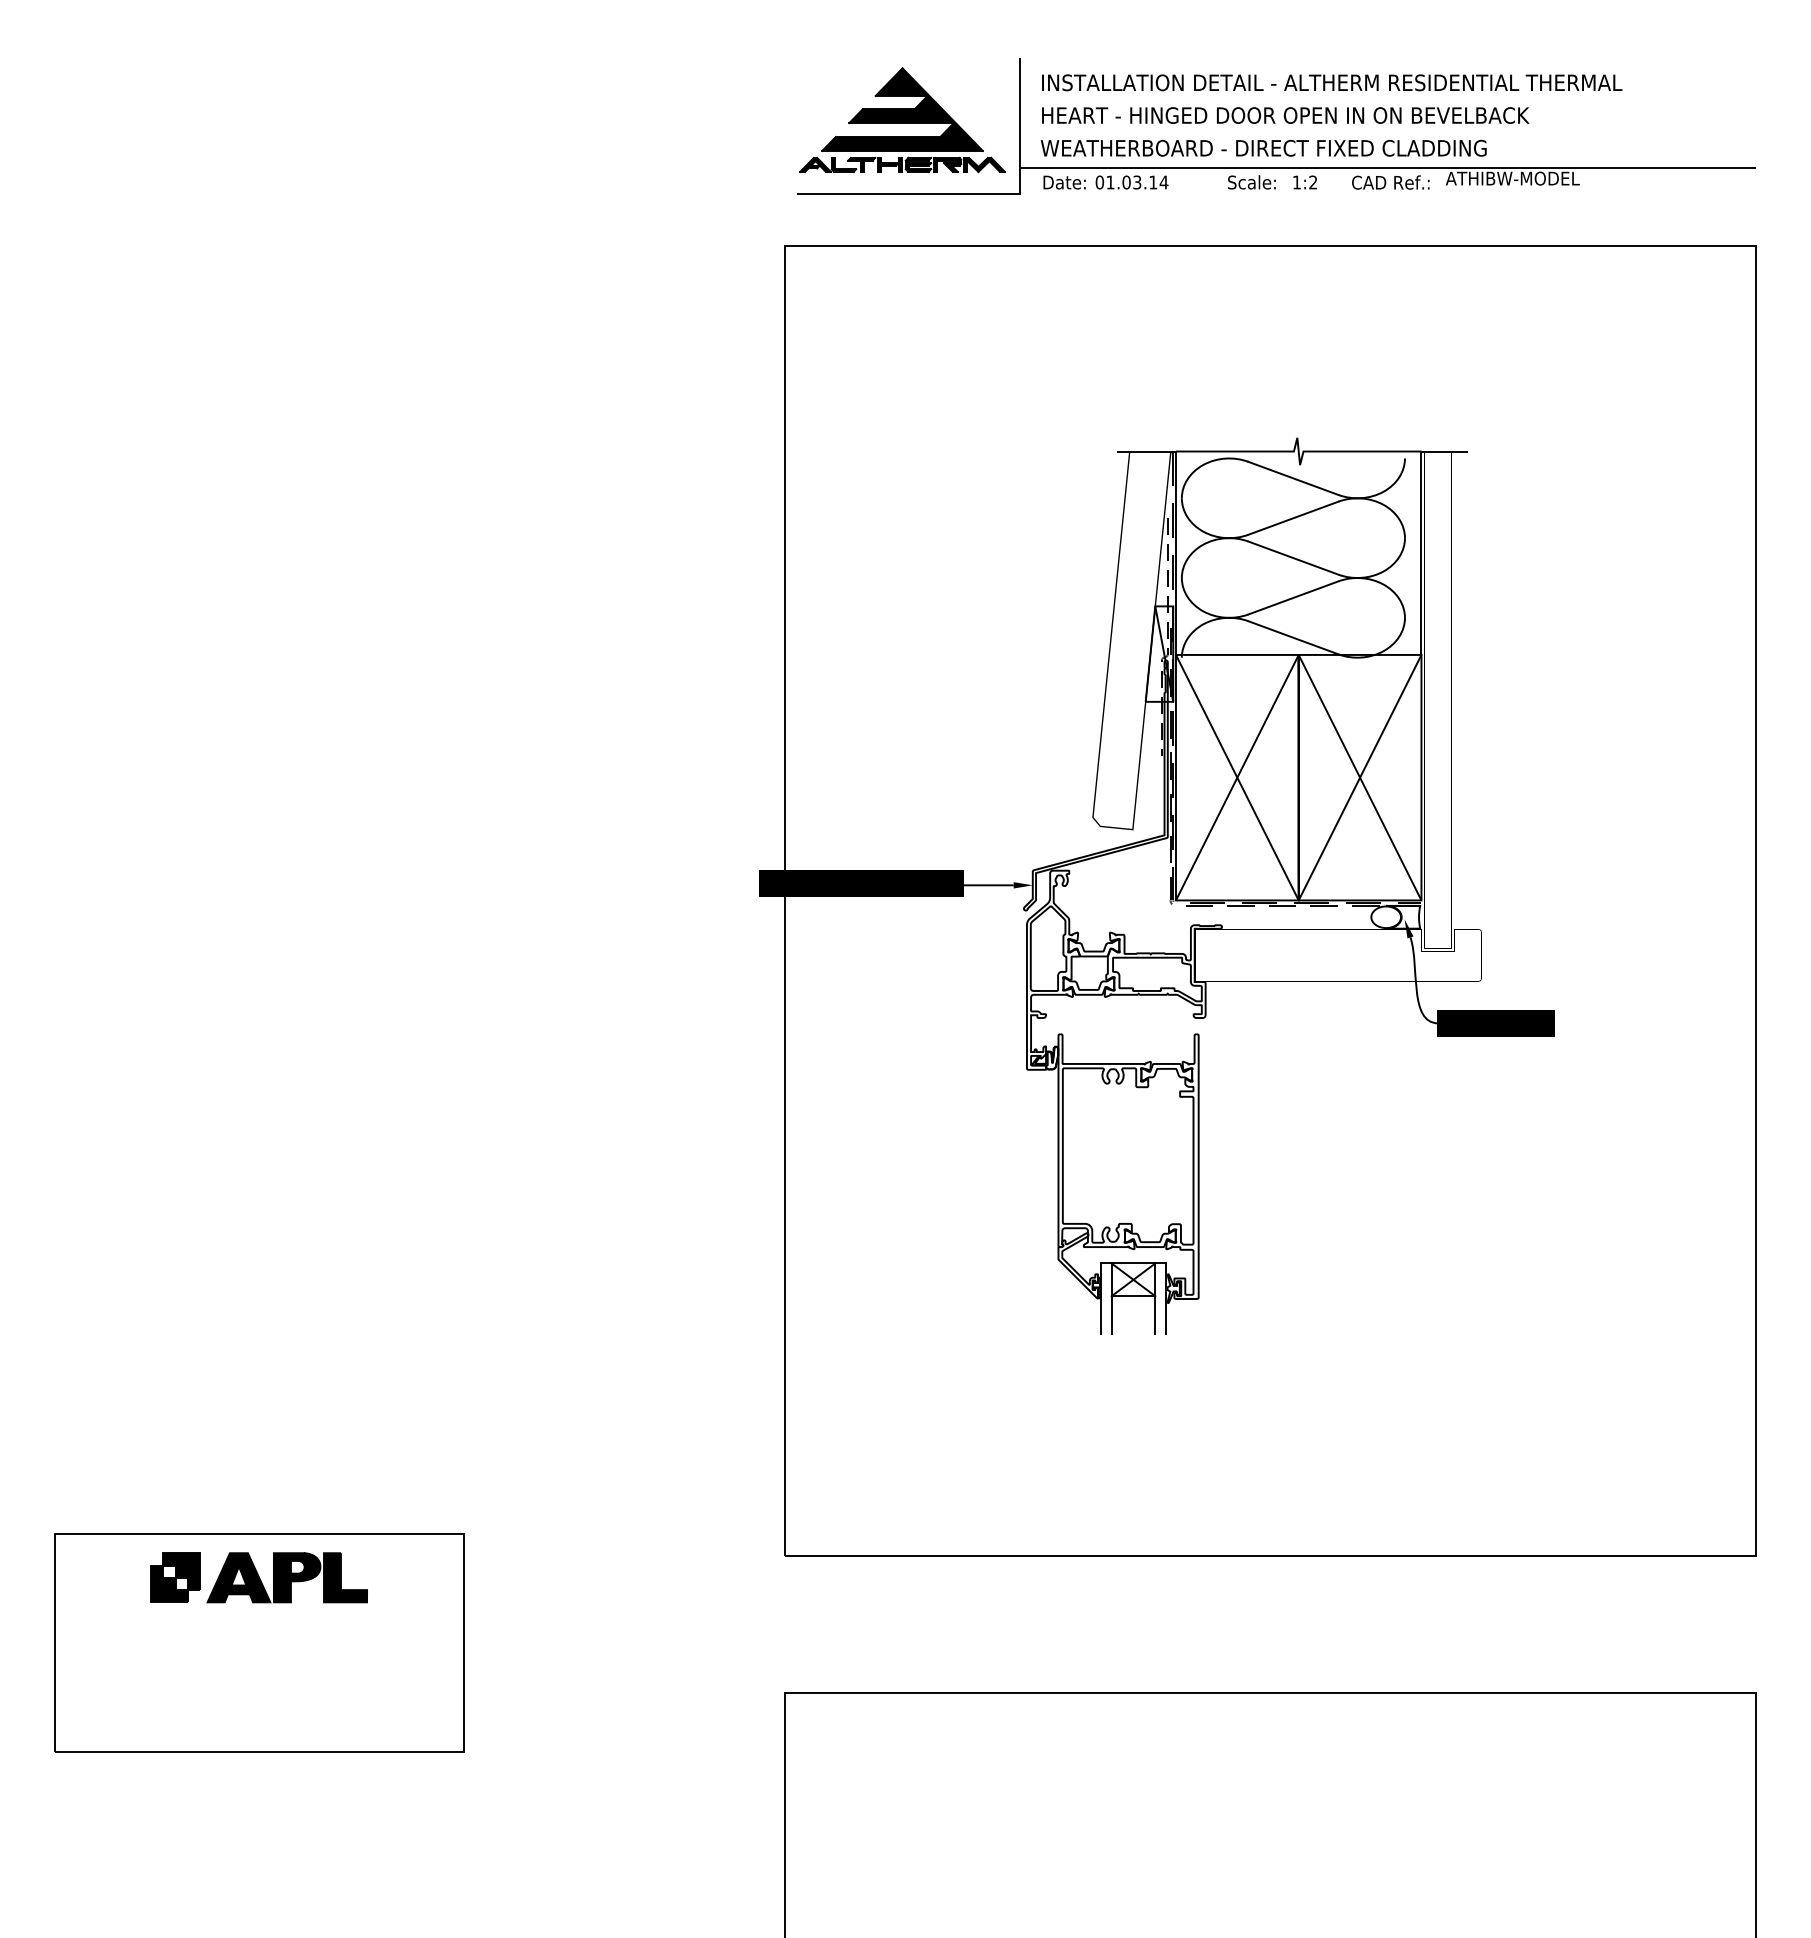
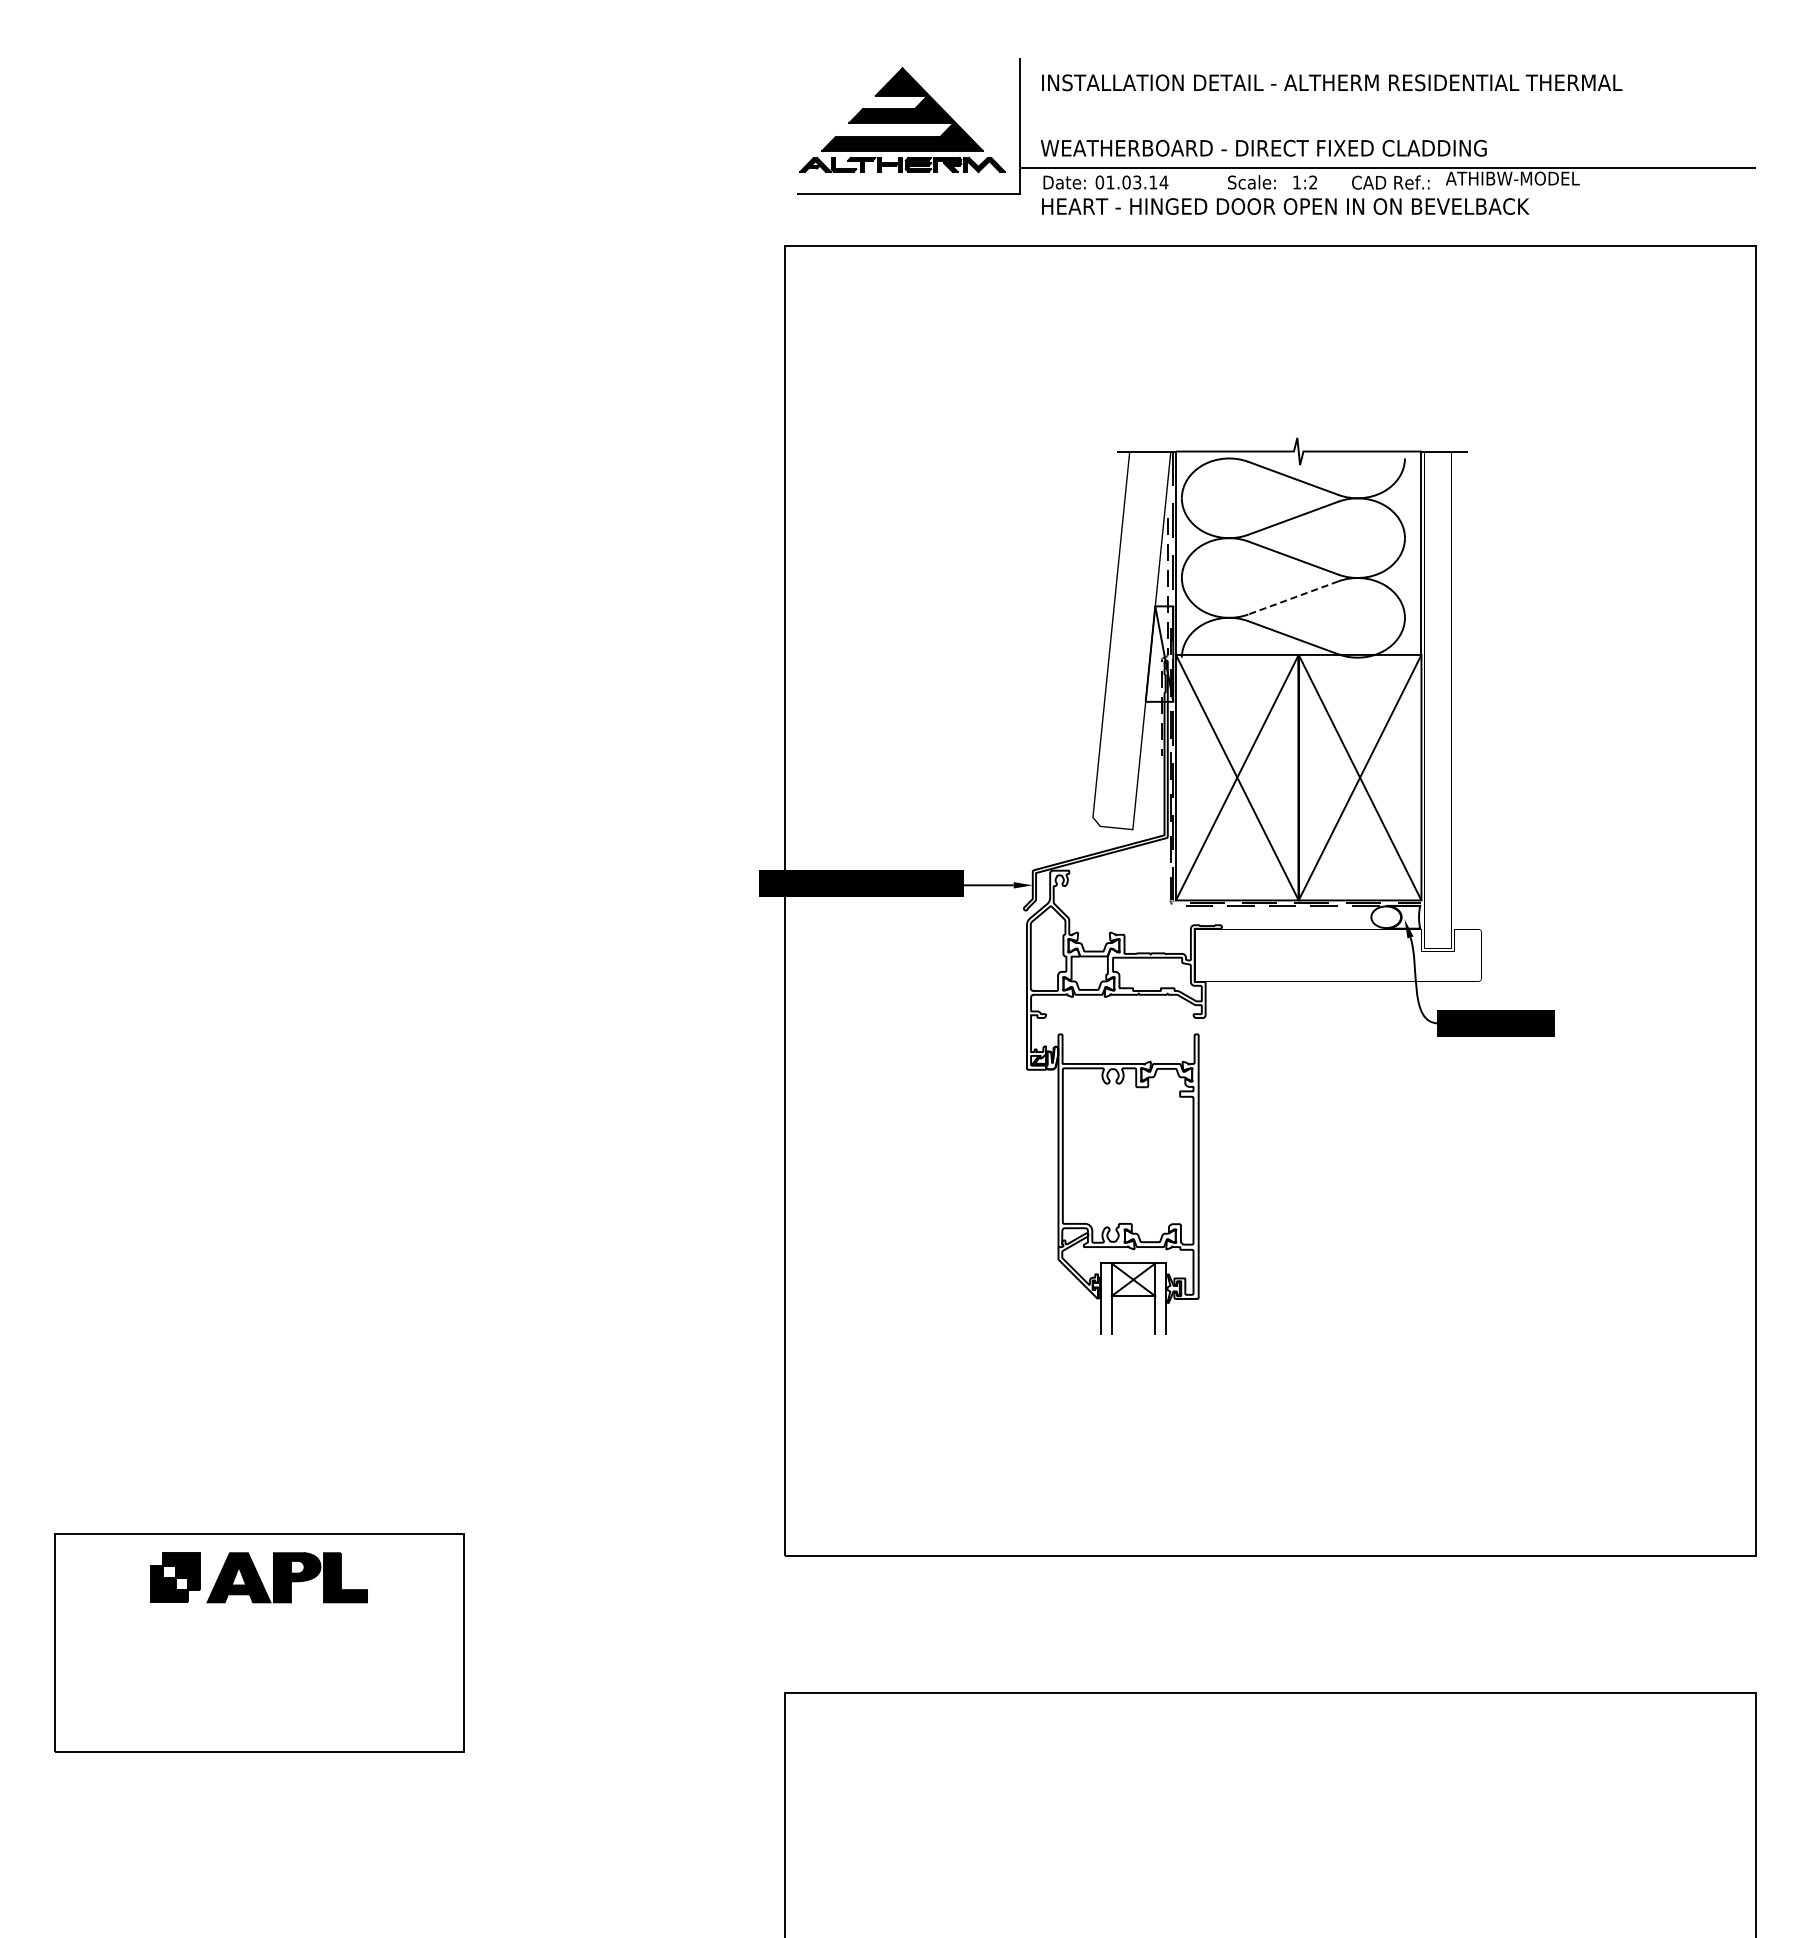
text at (1285, 115) position: (1285, 115) -> (1285, 206)
line at (1292, 598): solid -> dashed
